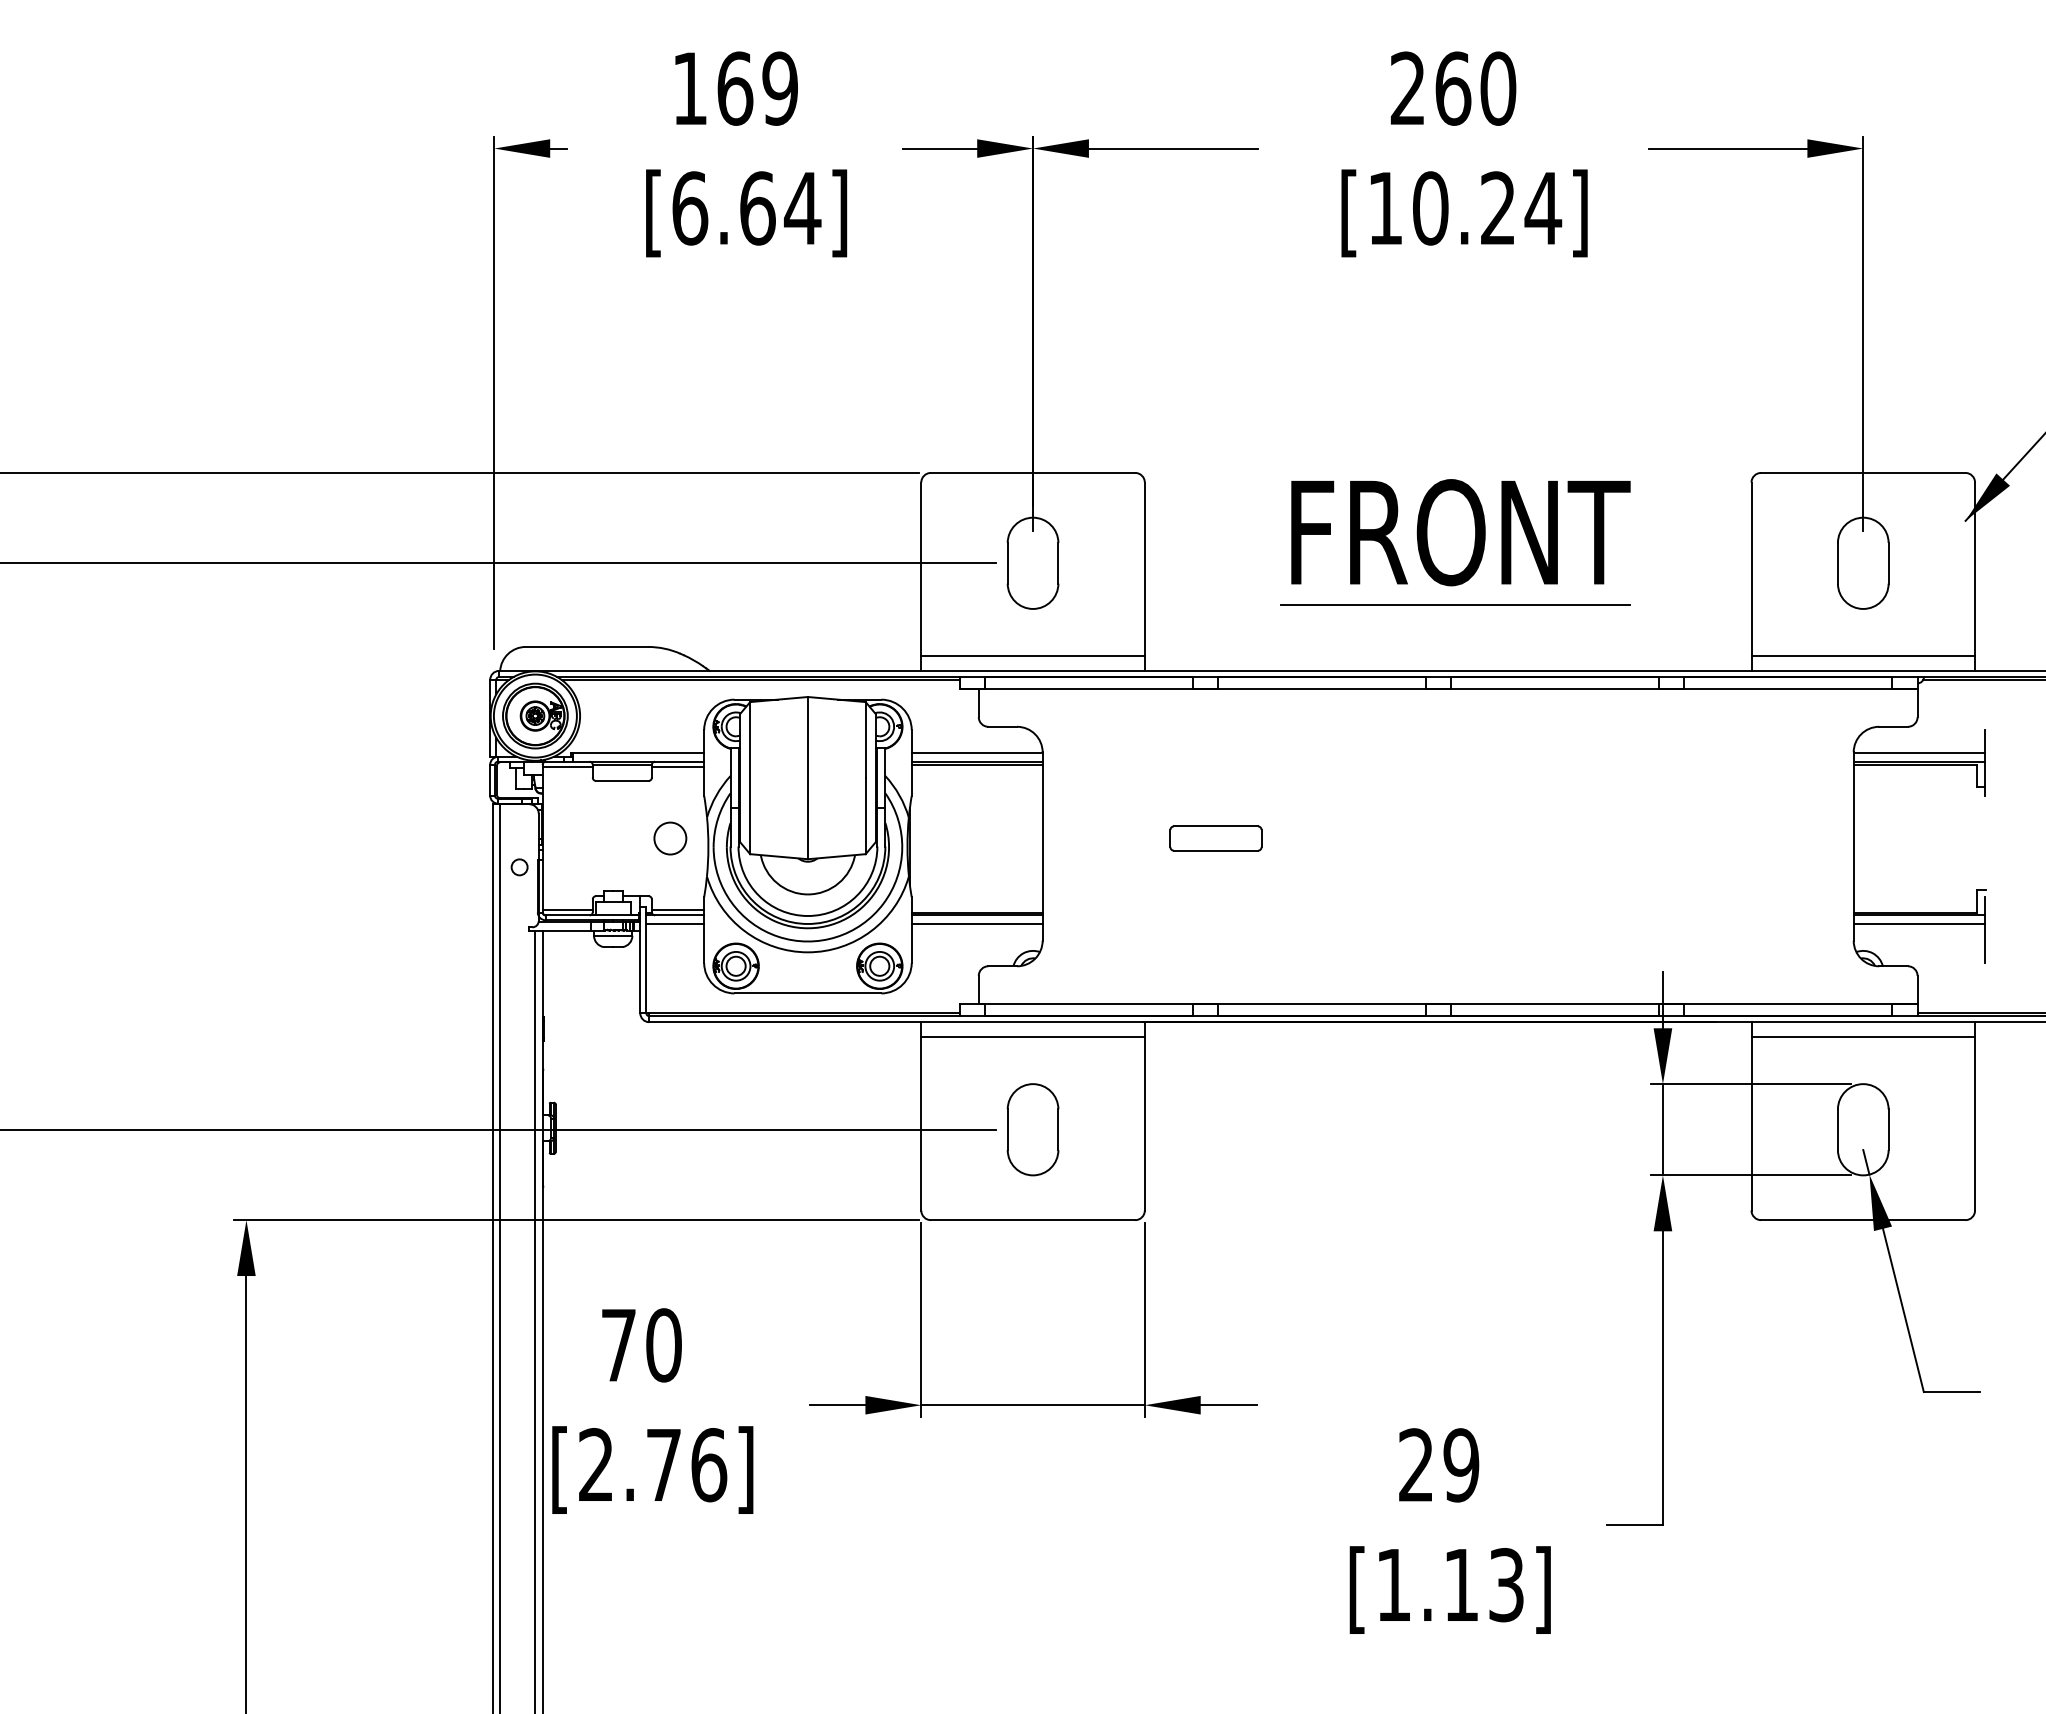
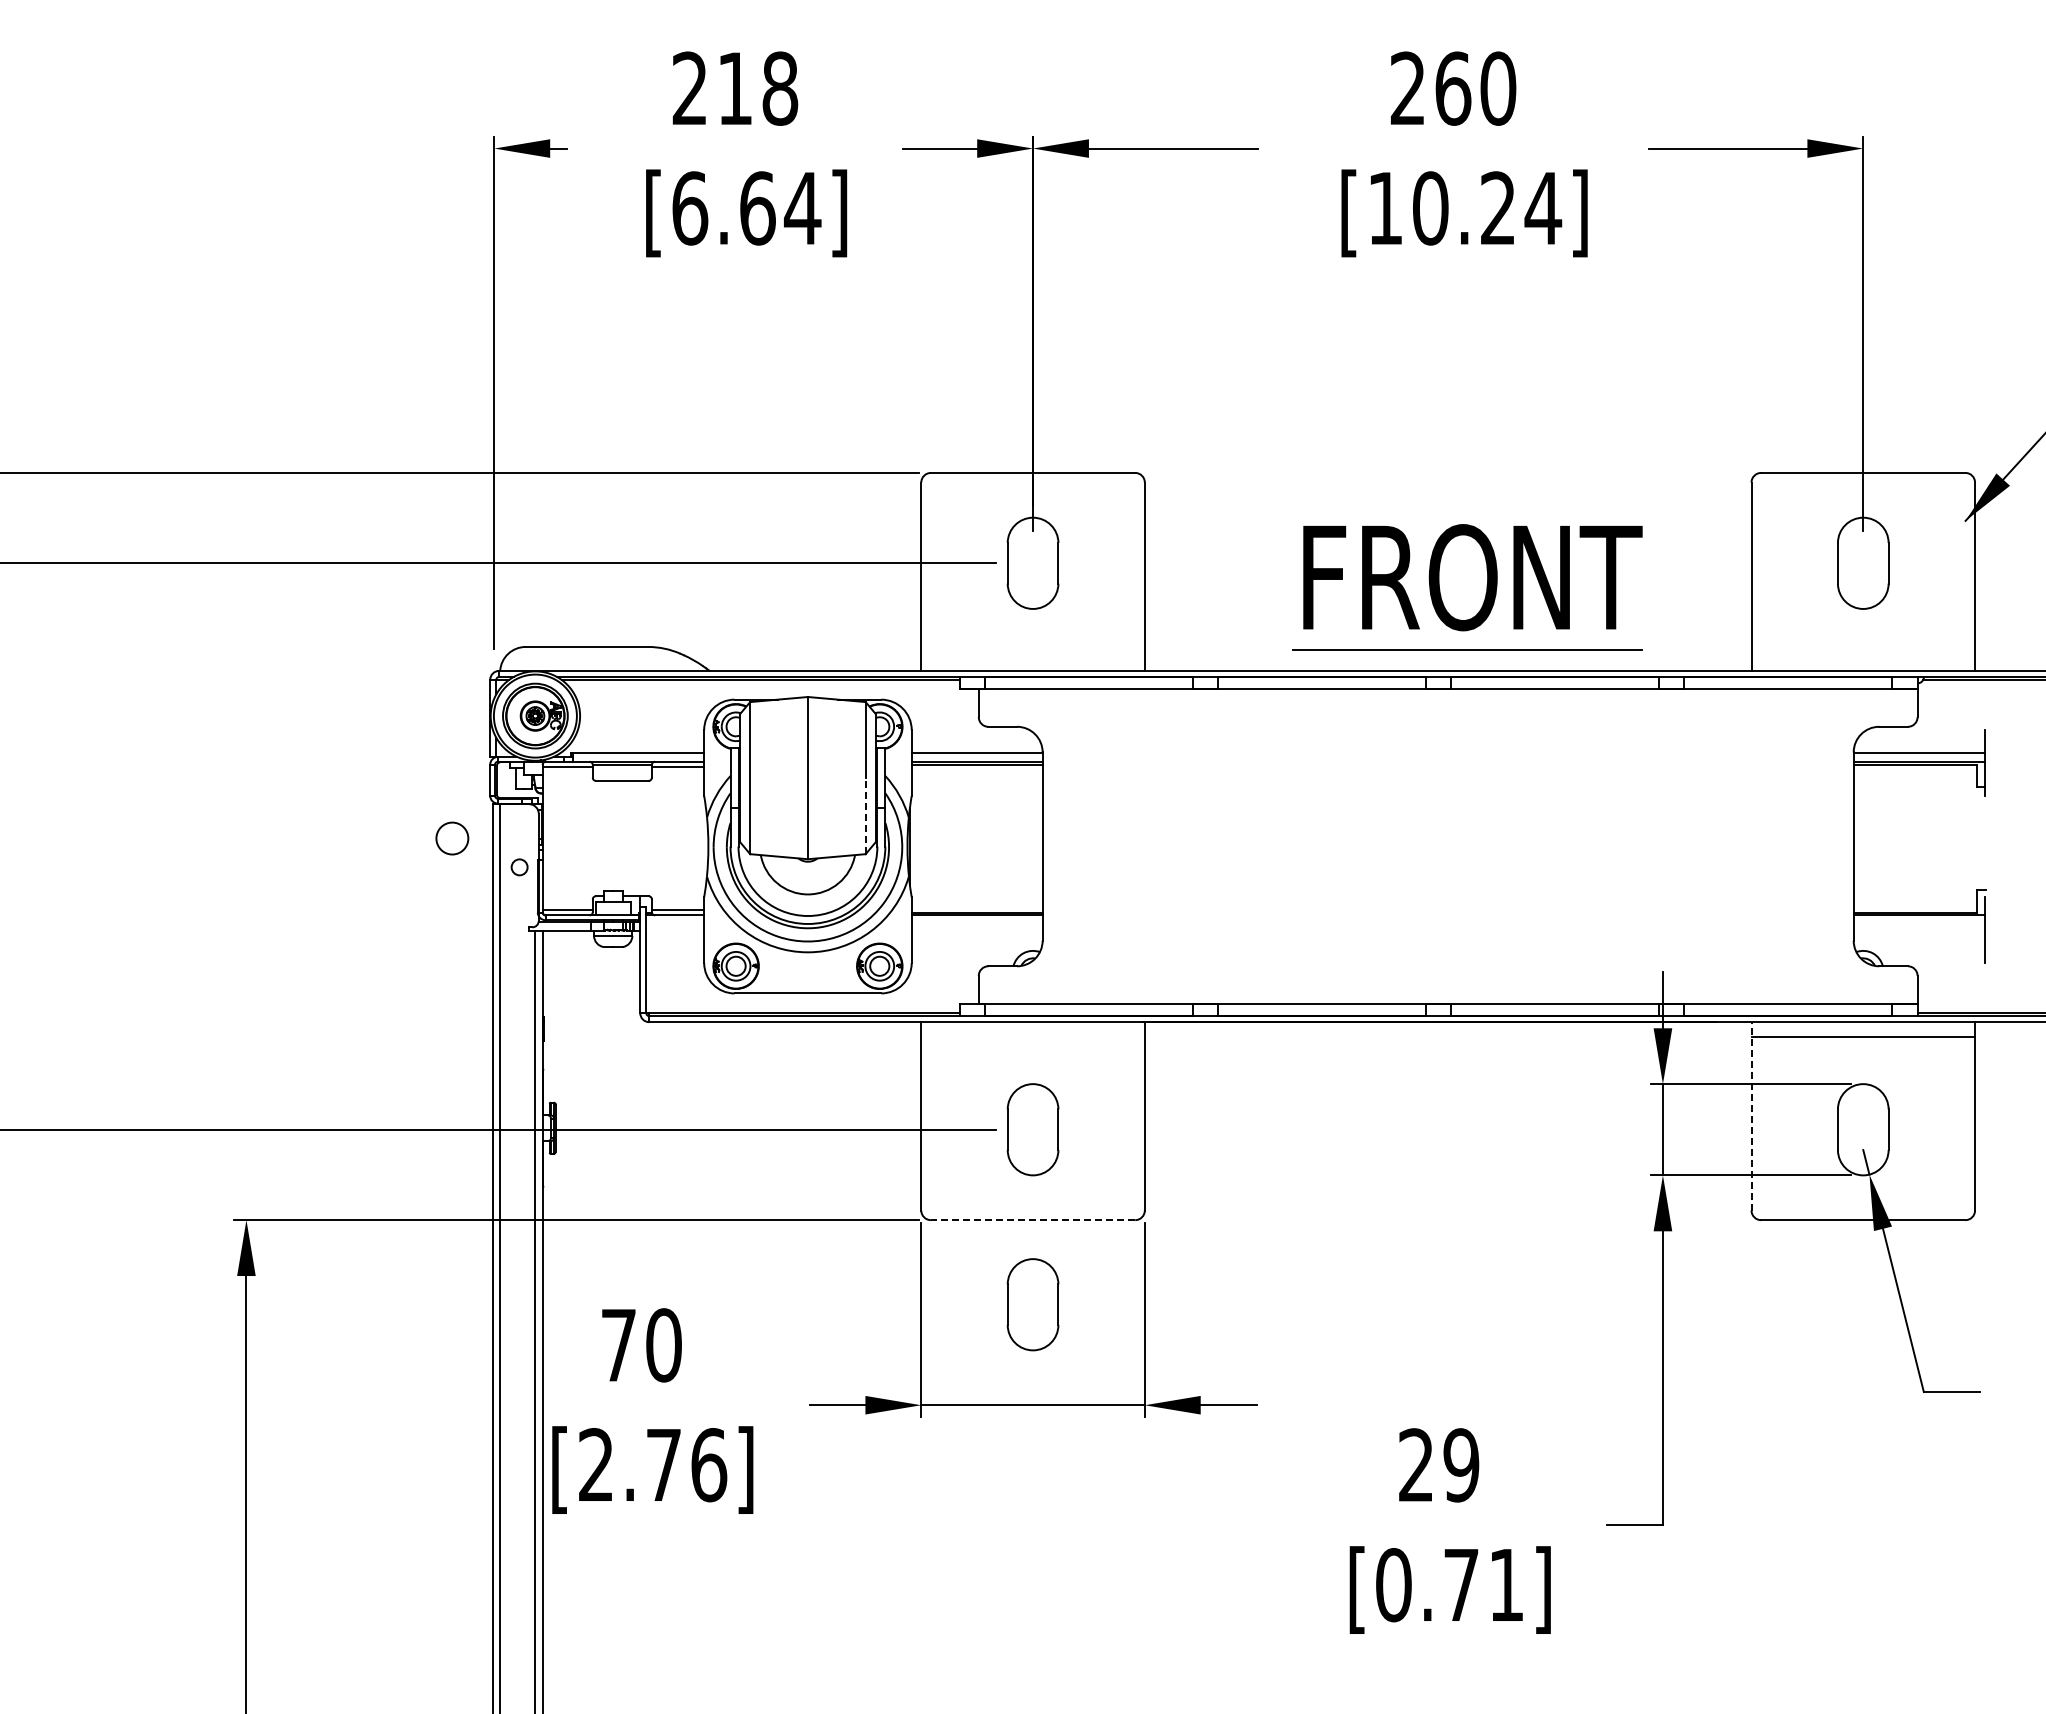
text at (735, 88): 169 -> 218
part at (1455, 542) position: (1455, 542) -> (1467, 587)
line at (1032, 655): present -> none
line at (1863, 655): present -> none
line at (865, 815): solid -> dashed
circle at (670, 838) position: (670, 838) -> (452, 838)
part at (1215, 838): present -> none
line at (675, 924): present -> none
line at (976, 924): present -> none
line at (1918, 924): present -> none
line at (1032, 1037): present -> none
line at (1751, 1115): solid -> dashed
line at (1032, 1220): solid -> dashed
part at (1032, 1304): none -> present
text at (1449, 1585): [1.13] -> [0.71]
